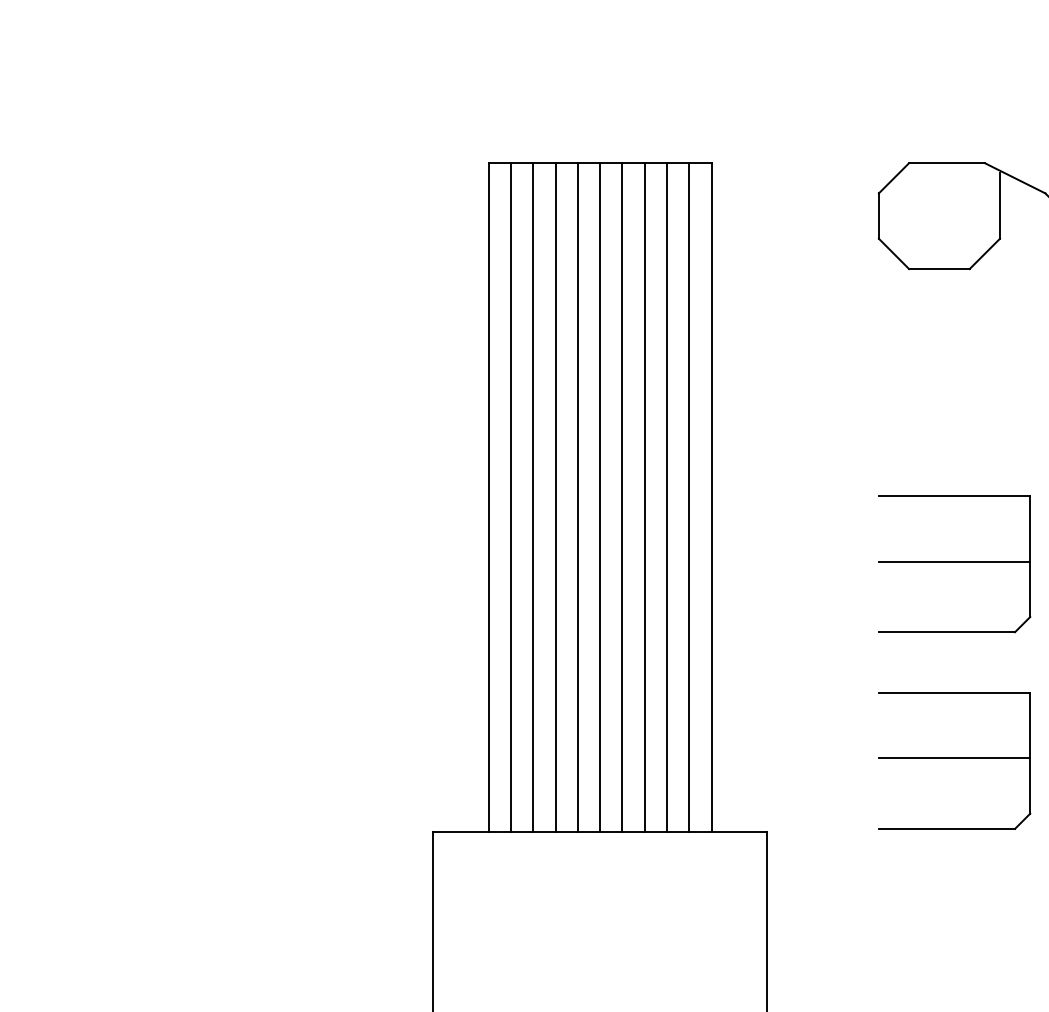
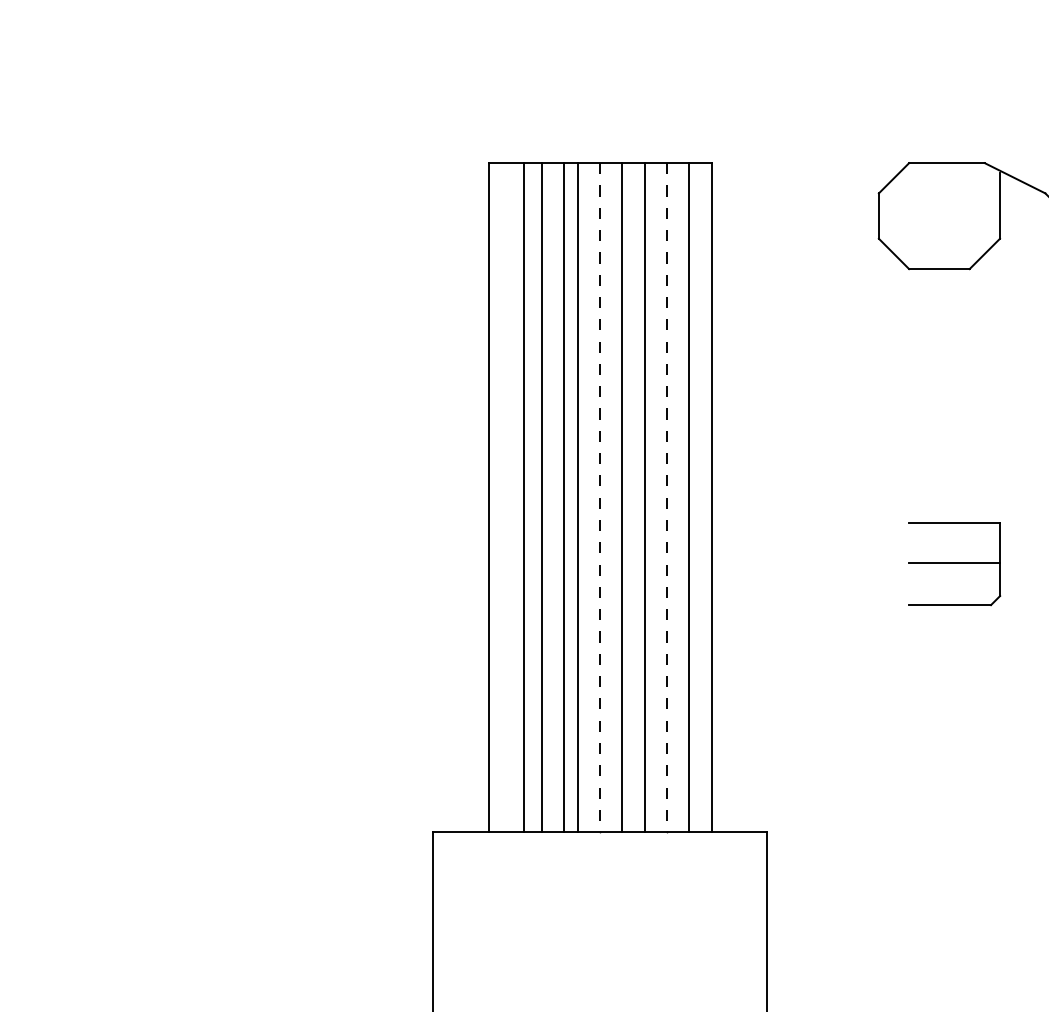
line at (510, 497) position: (510, 497) -> (523, 497)
line at (533, 497) position: (533, 497) -> (542, 497)
line at (555, 497) position: (555, 497) -> (563, 497)
line at (600, 498): solid -> dashed
line at (667, 498): solid -> dashed
part at (954, 564) size: 154x139 px -> 94x85 px
part at (954, 760): present -> none
